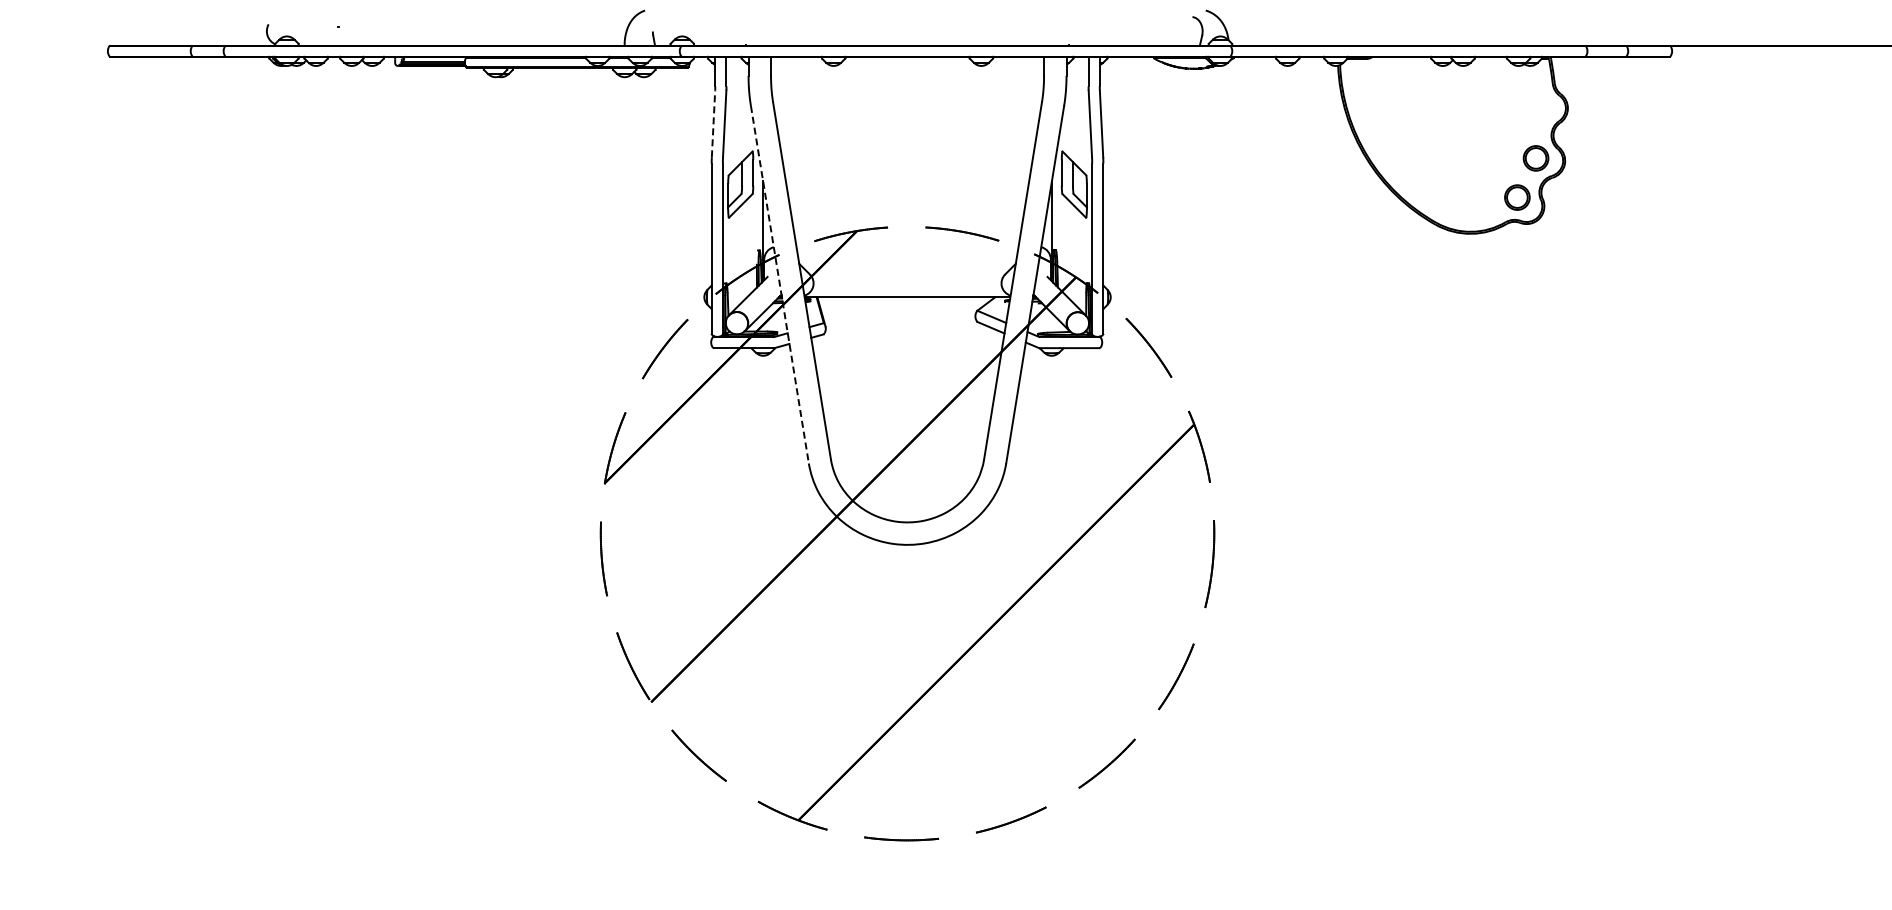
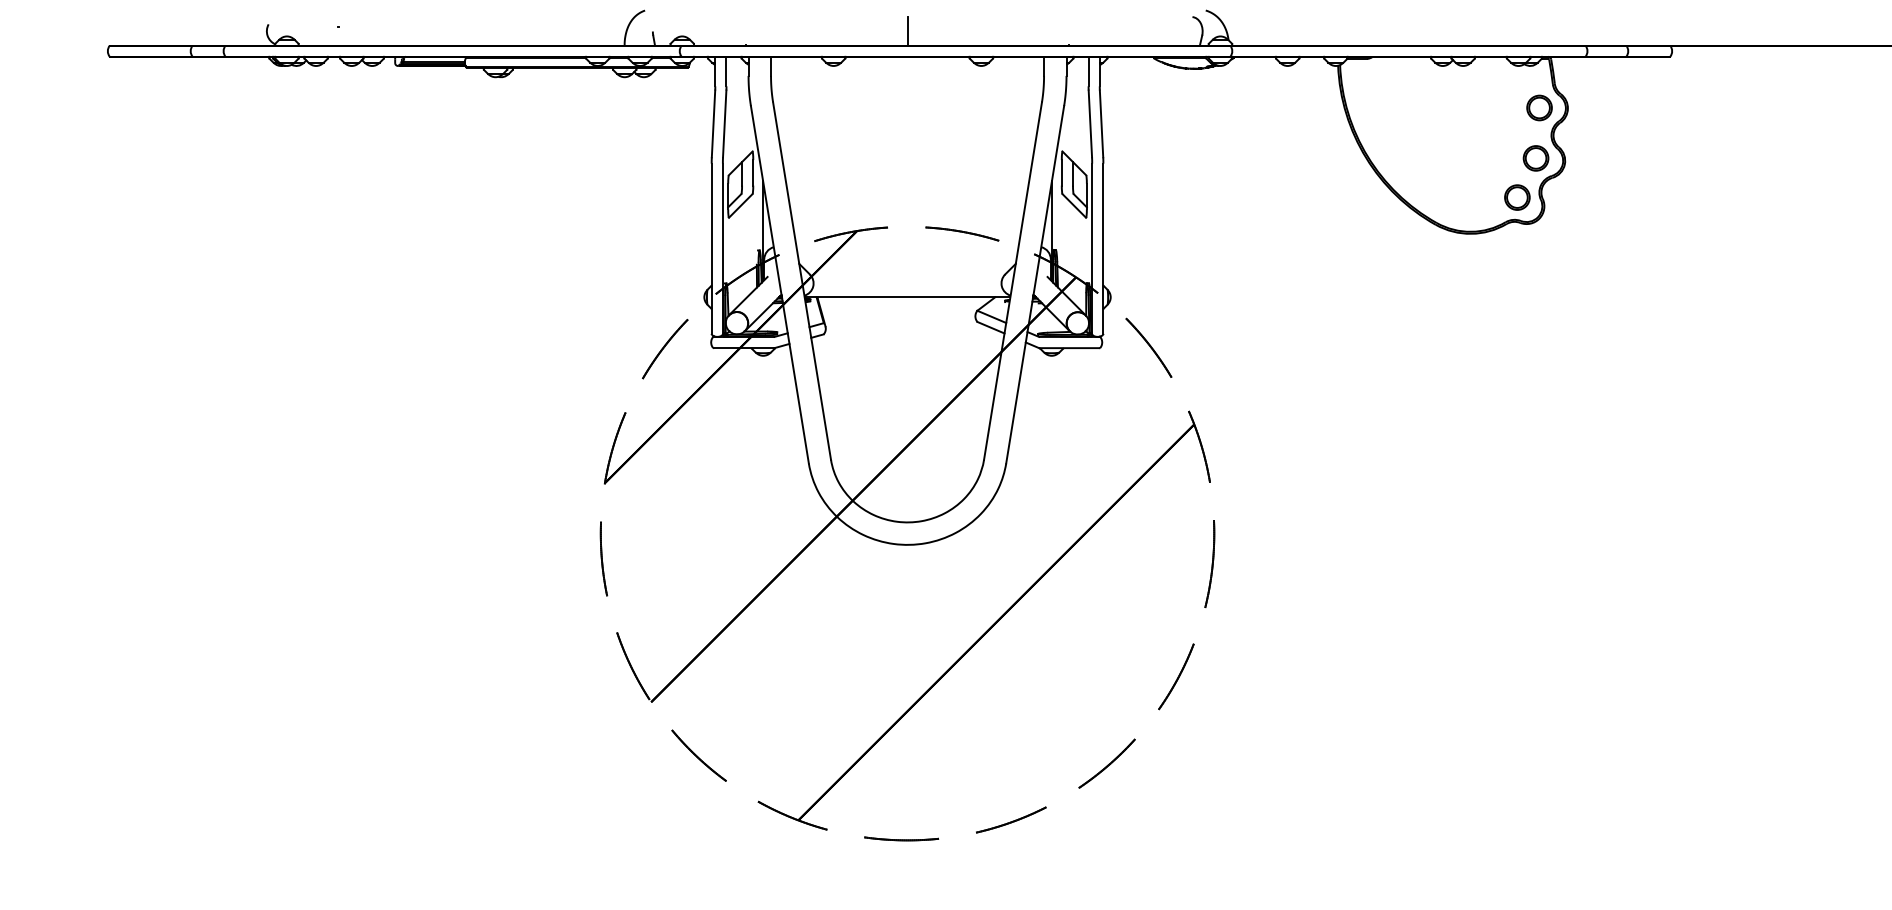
line at (907, 31): none -> present
part at (1539, 107): none -> present
line at (713, 123): dashed -> solid
line at (779, 285): dashed -> solid
